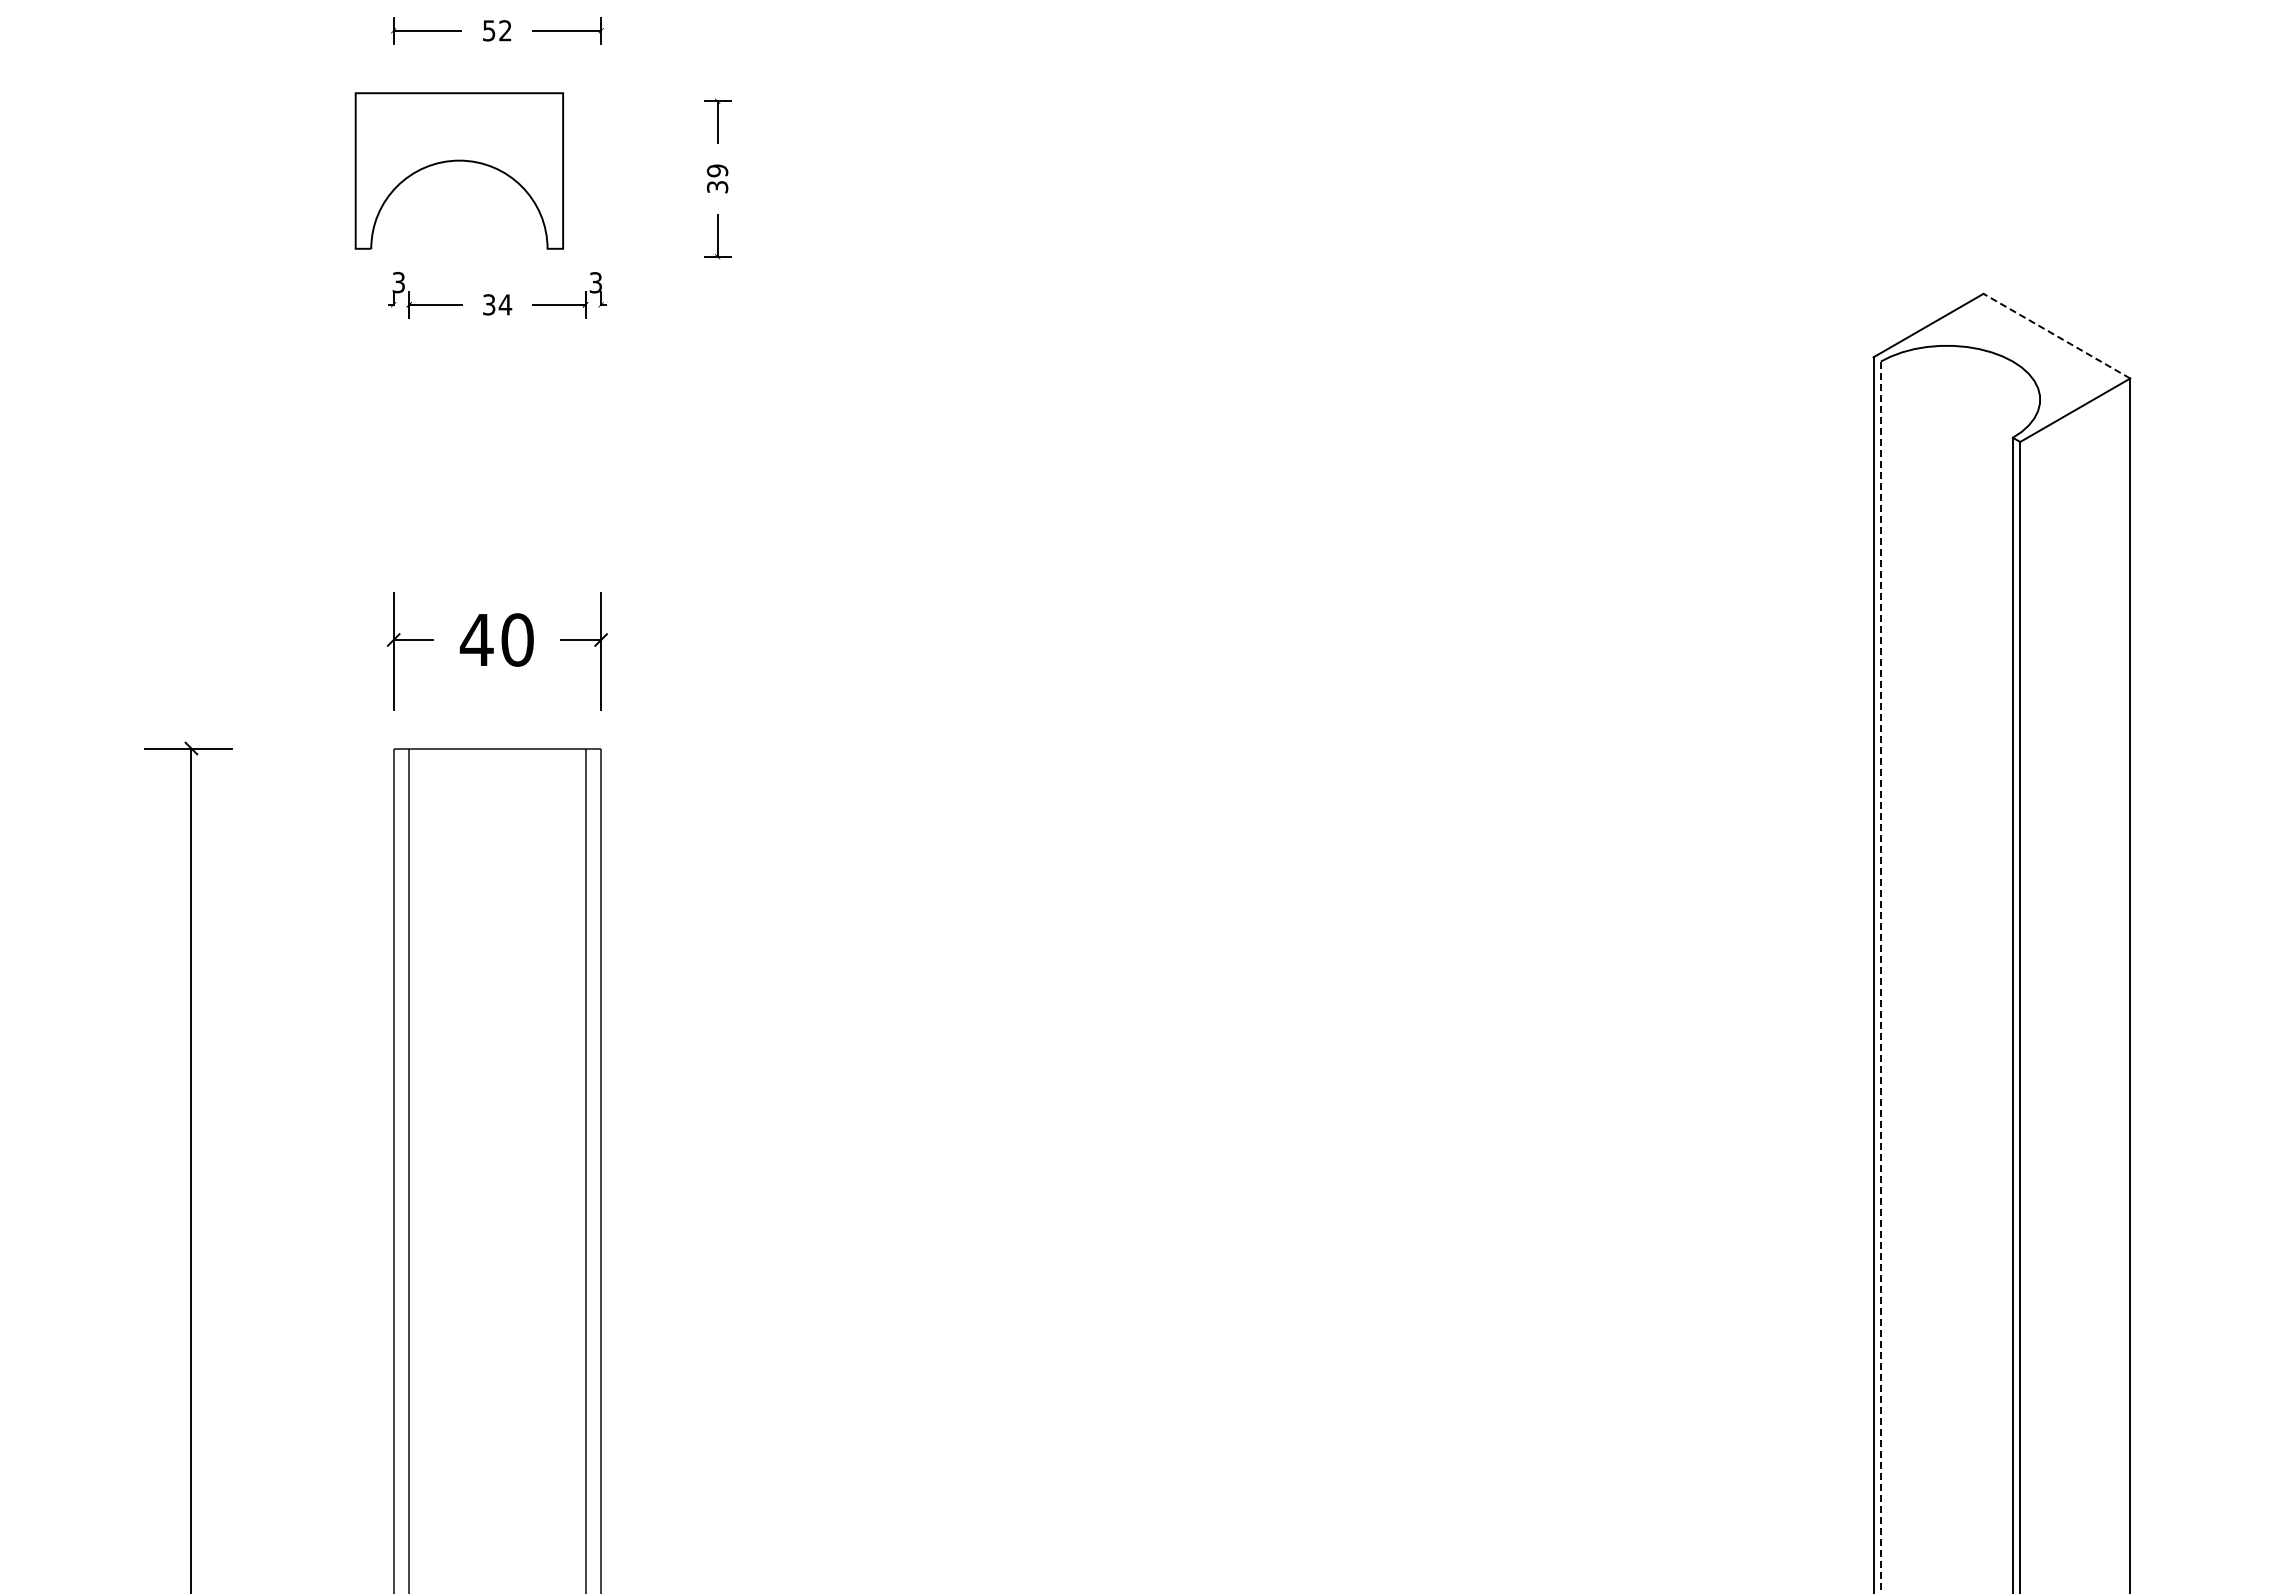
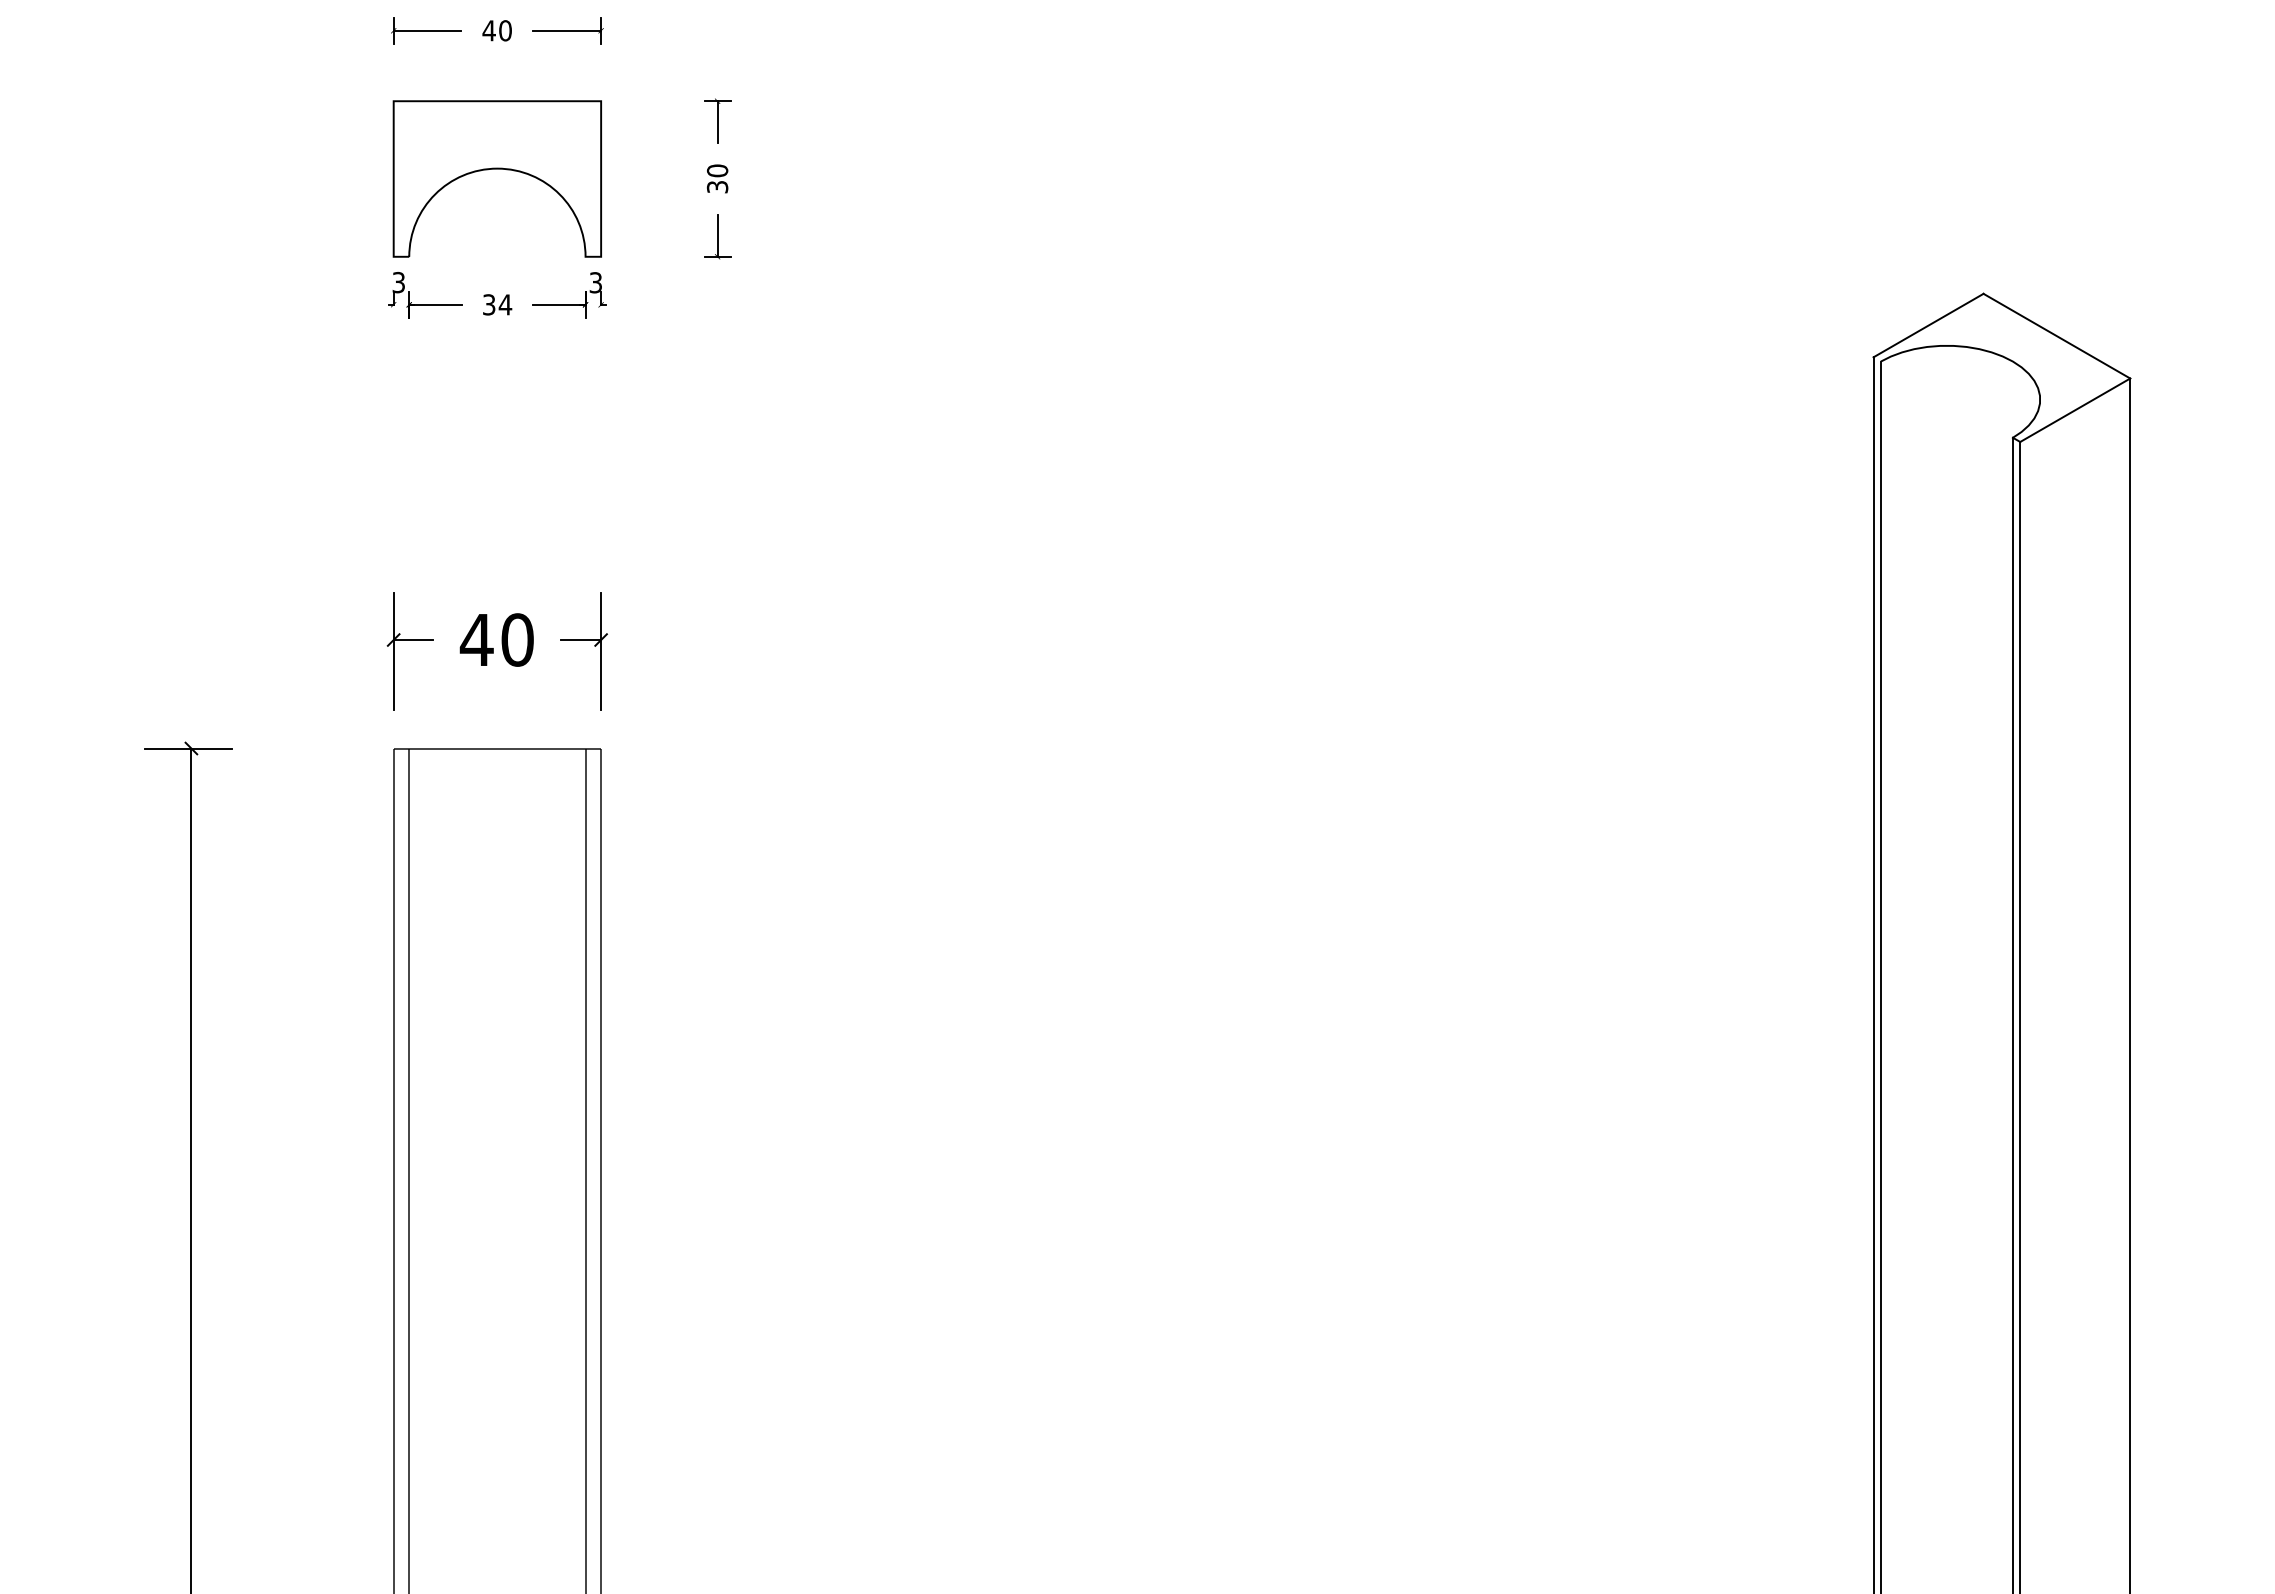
text at (496, 30): 52 -> 40
part at (458, 161) position: (458, 161) -> (496, 169)
text at (717, 170): 39 -> 30
line at (2056, 336): dashed -> solid
line at (1880, 977): dashed -> solid
